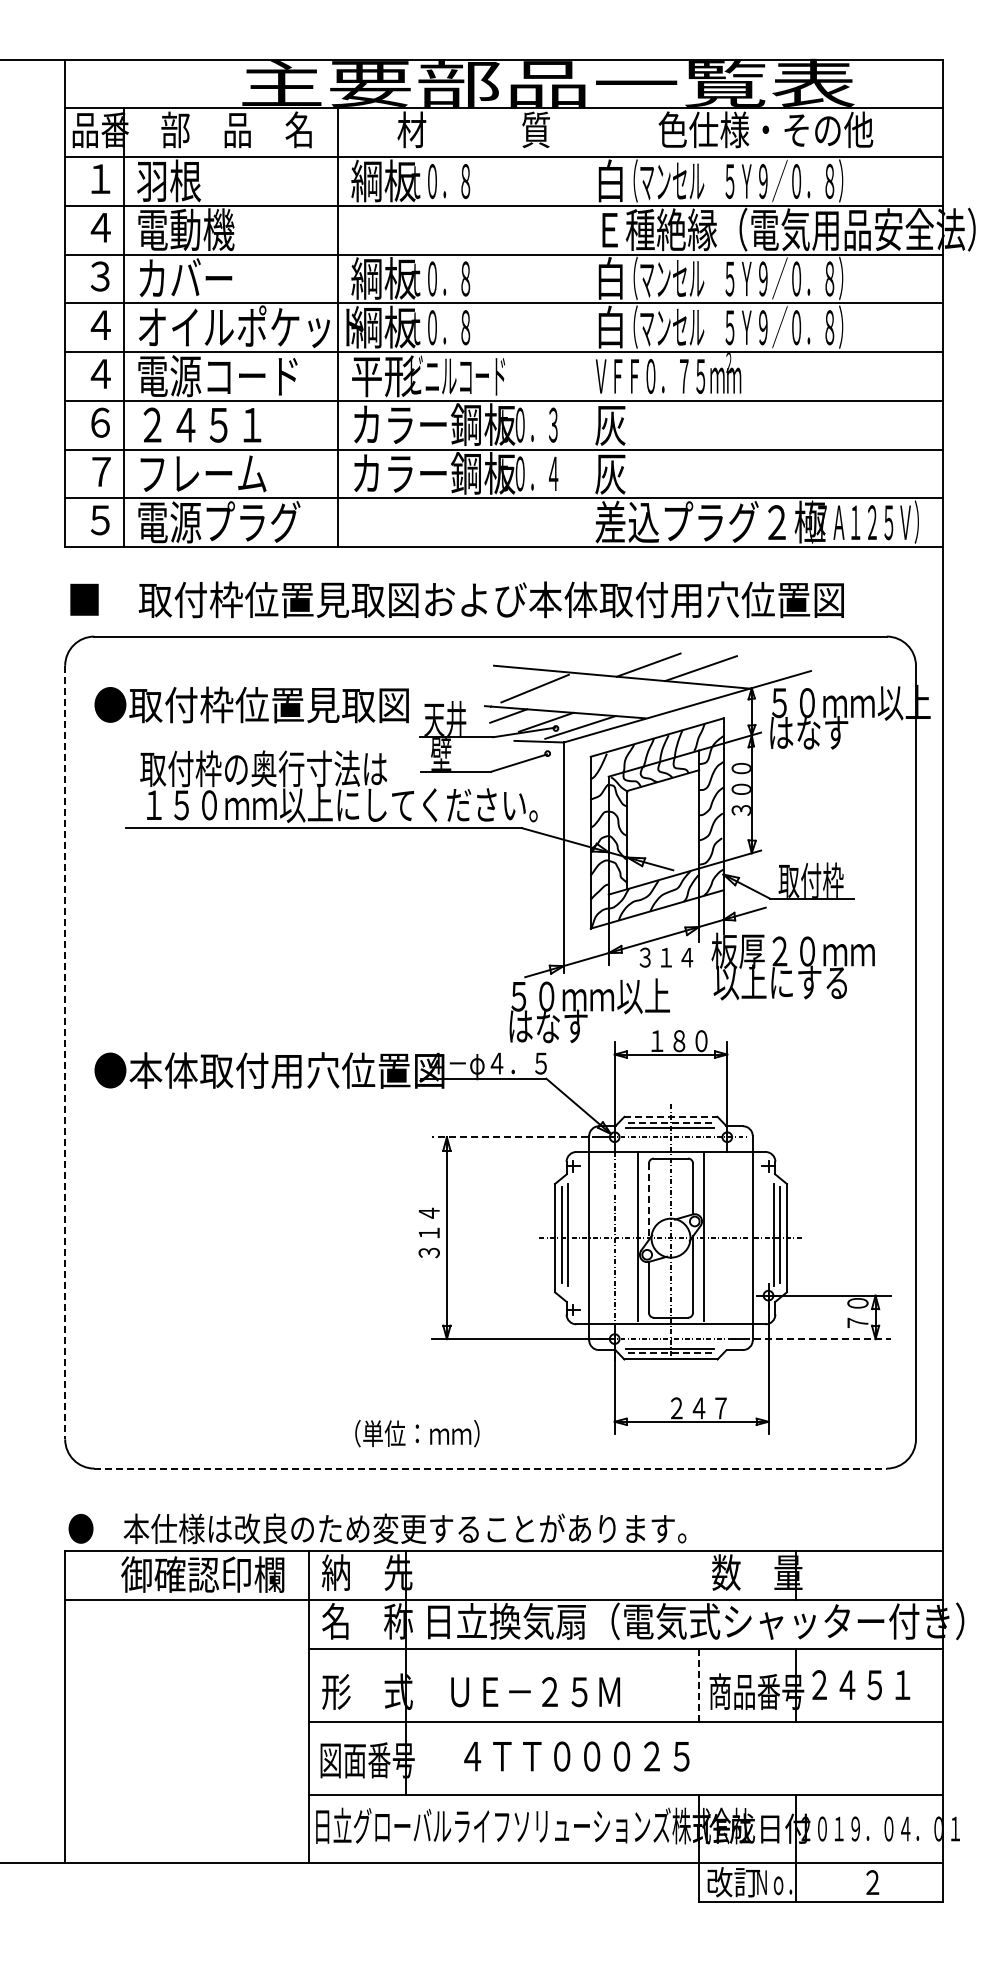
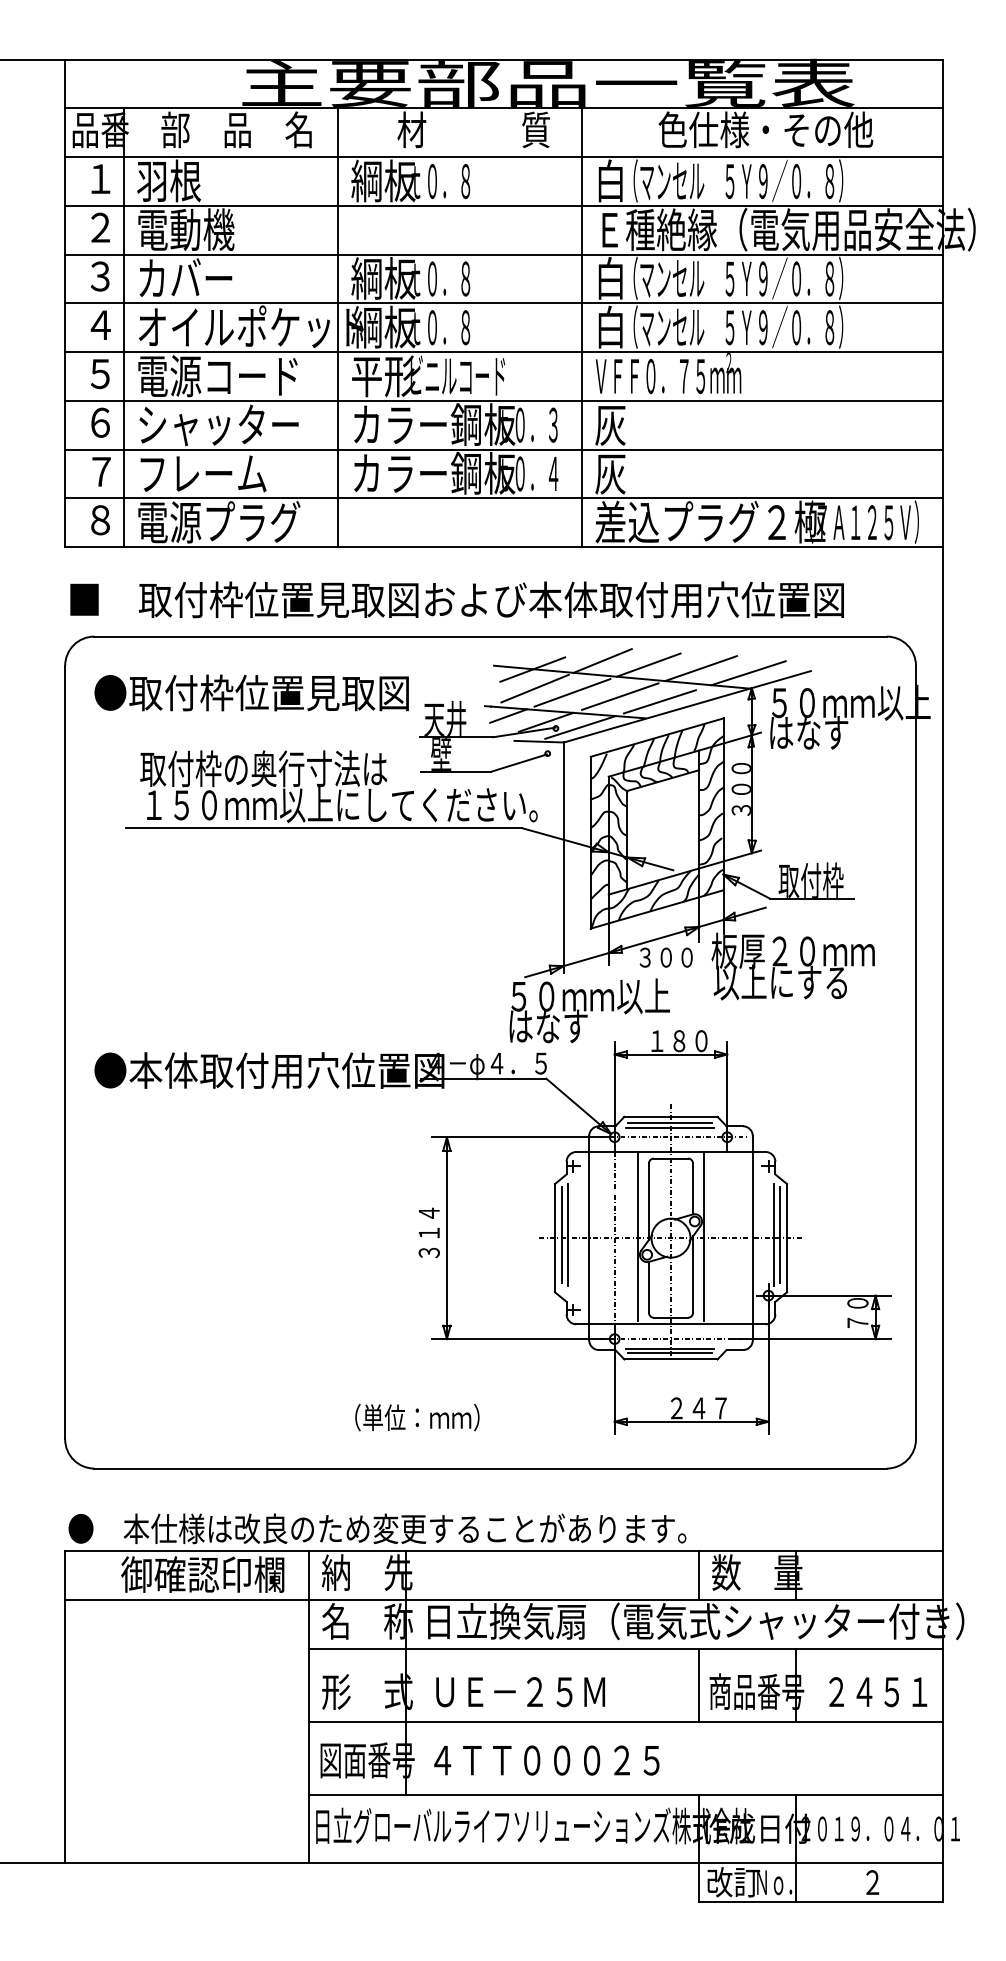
text at (100, 227): ４ -> ２
line at (581, 327): none -> present
text at (100, 374): ４ -> ５
text at (218, 425): ２４５１ -> シャッター
text at (100, 520): ５ -> ８
line at (602, 660): none -> present
line at (532, 669): none -> present
line at (748, 673): none -> present
line at (572, 692): none -> present
line at (620, 696): none -> present
line at (659, 701): none -> present
text at (251, 704) position: (251, 704) -> (251, 692)
text at (676, 957): ３１４ -> ３００
line at (65, 1052): dashed -> solid
line at (670, 1116): dashed -> solid
line at (669, 1122): dashed -> solid
line at (520, 1137): dashed -> solid
line at (648, 1202): dashed -> solid
line at (811, 1339): dashed -> solid
line at (669, 1353): dashed -> solid
text at (417, 1433) position: (417, 1433) -> (417, 1417)
line at (491, 1468): dashed -> solid
line at (698, 1575): none -> present
line at (698, 1685): dashed -> solid
text at (861, 1685) position: (861, 1685) -> (878, 1692)
text at (535, 1692) position: (535, 1692) -> (520, 1692)
text at (576, 1756) position: (576, 1756) -> (546, 1760)
